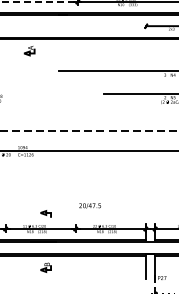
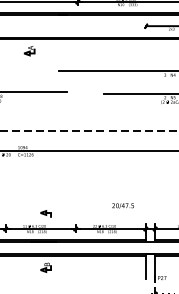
line at (40, 2): dashed -> solid
line at (34, 92): none -> present
text at (89, 205) position: (89, 205) -> (122, 205)
